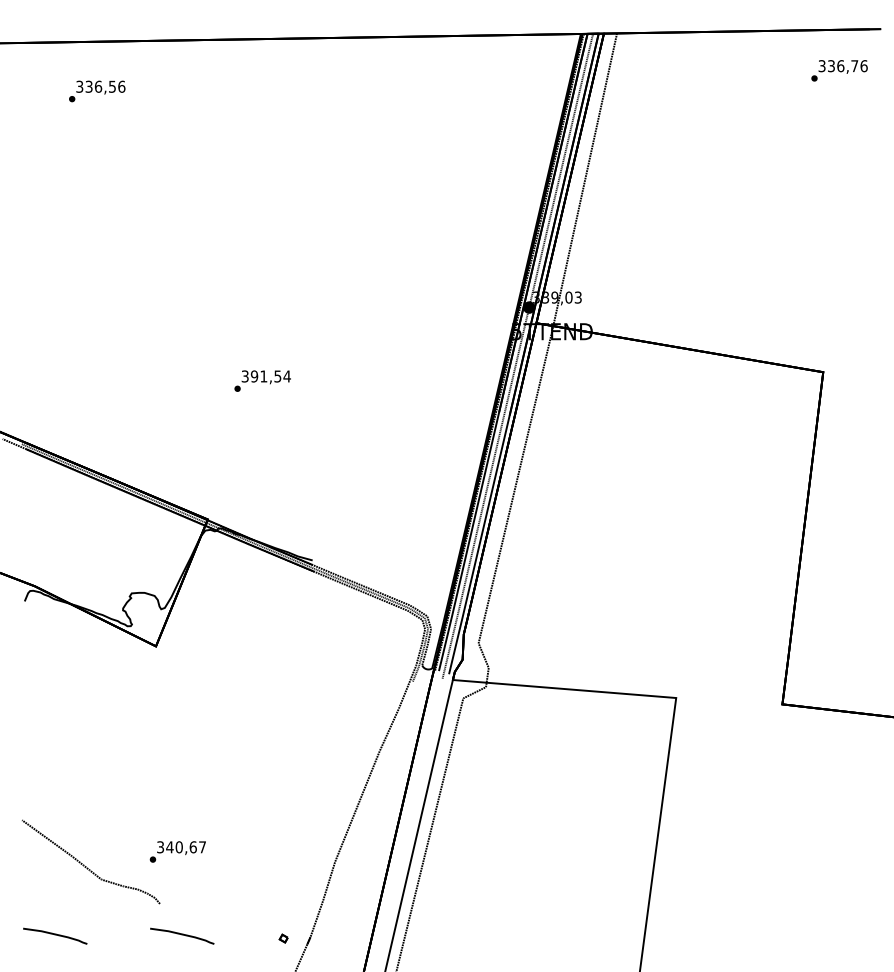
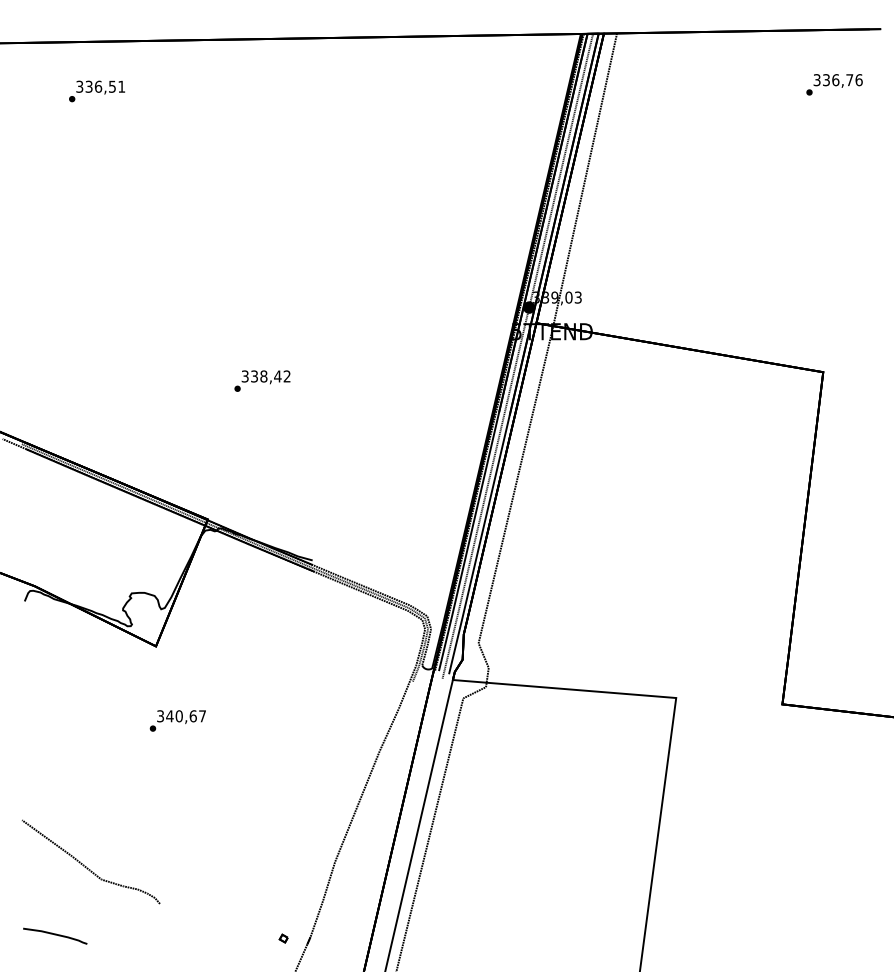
text at (839, 70) position: (839, 70) -> (834, 84)
text at (121, 86): 336,56 -> 336,51
text at (270, 376): 391,54 -> 338,42
text at (177, 851) position: (177, 851) -> (177, 720)
curve at (182, 935): present -> none
